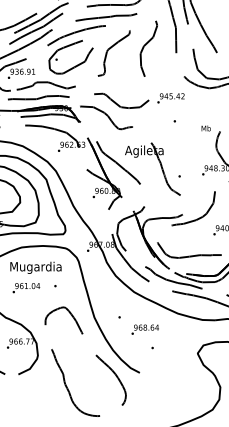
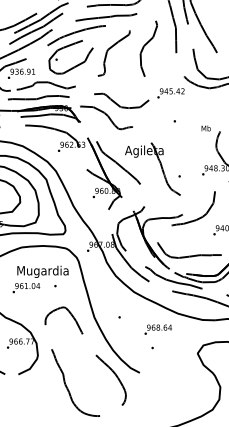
text at (170, 98) position: (170, 98) -> (170, 93)
text at (35, 267) position: (35, 267) -> (42, 271)
text at (144, 329) position: (144, 329) -> (157, 329)
